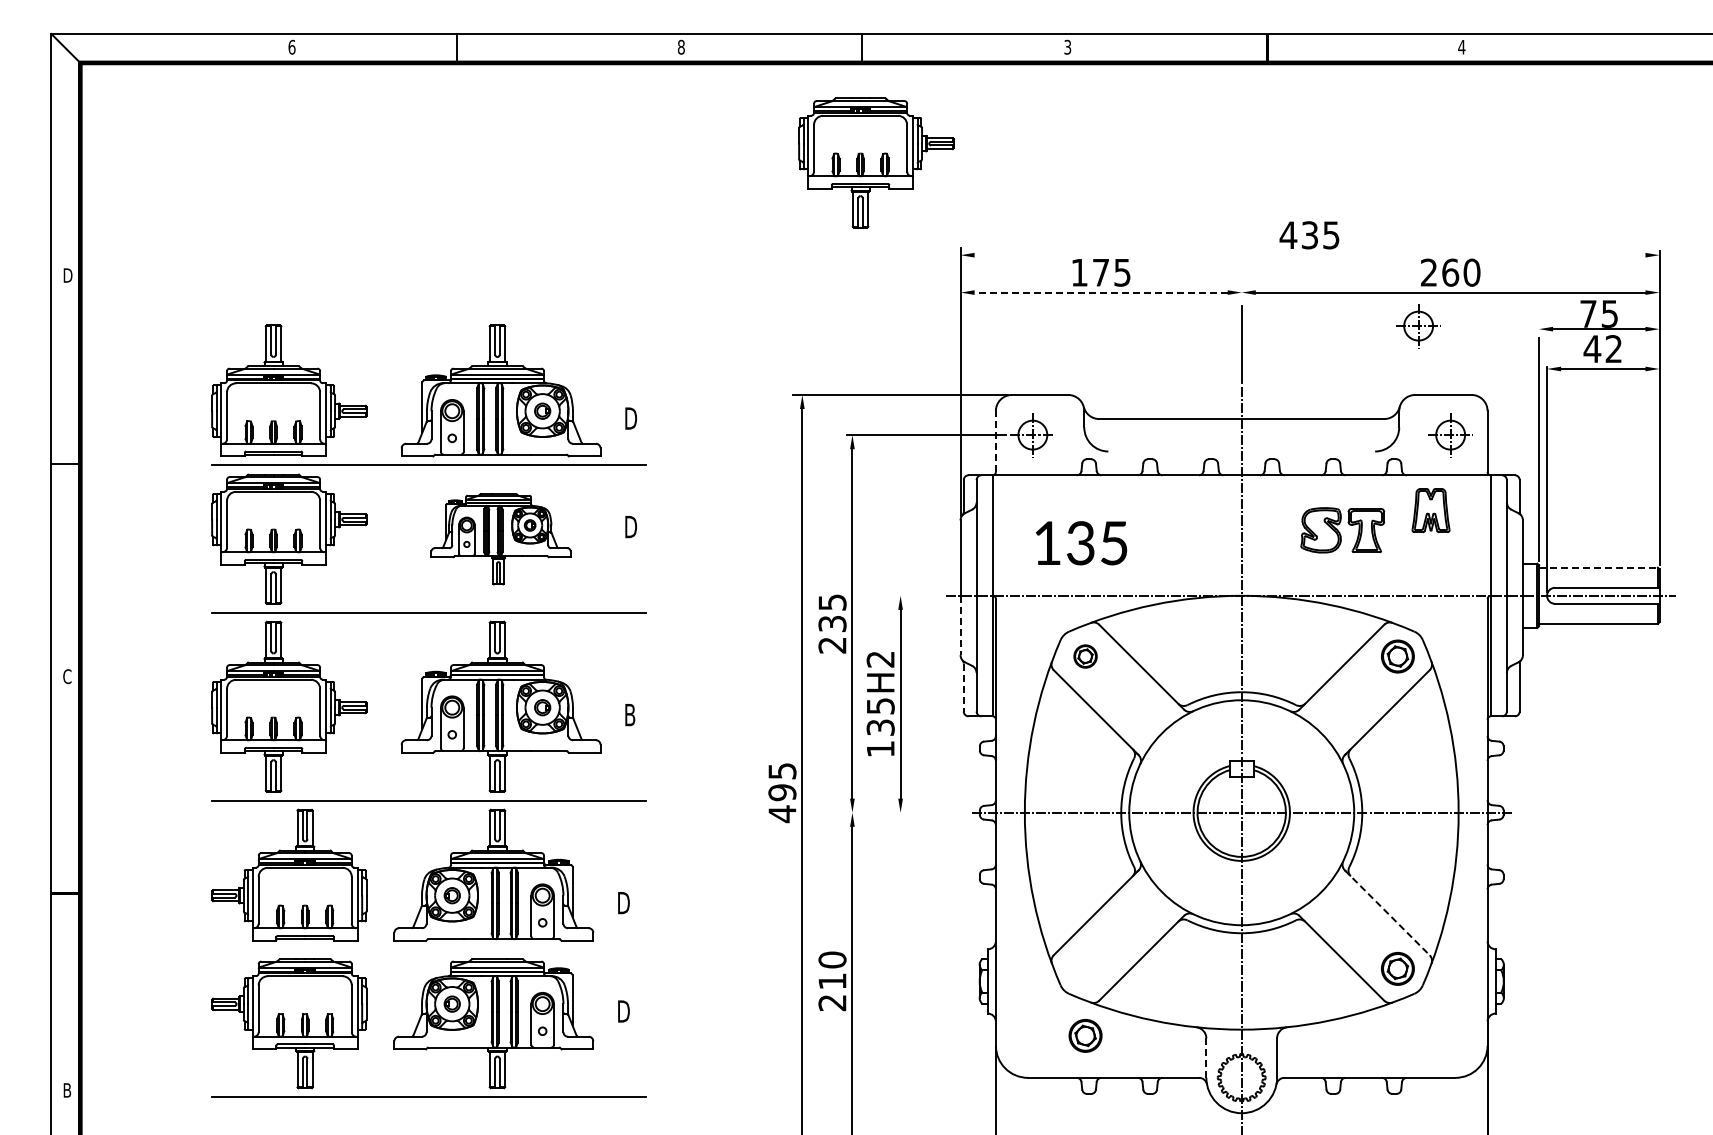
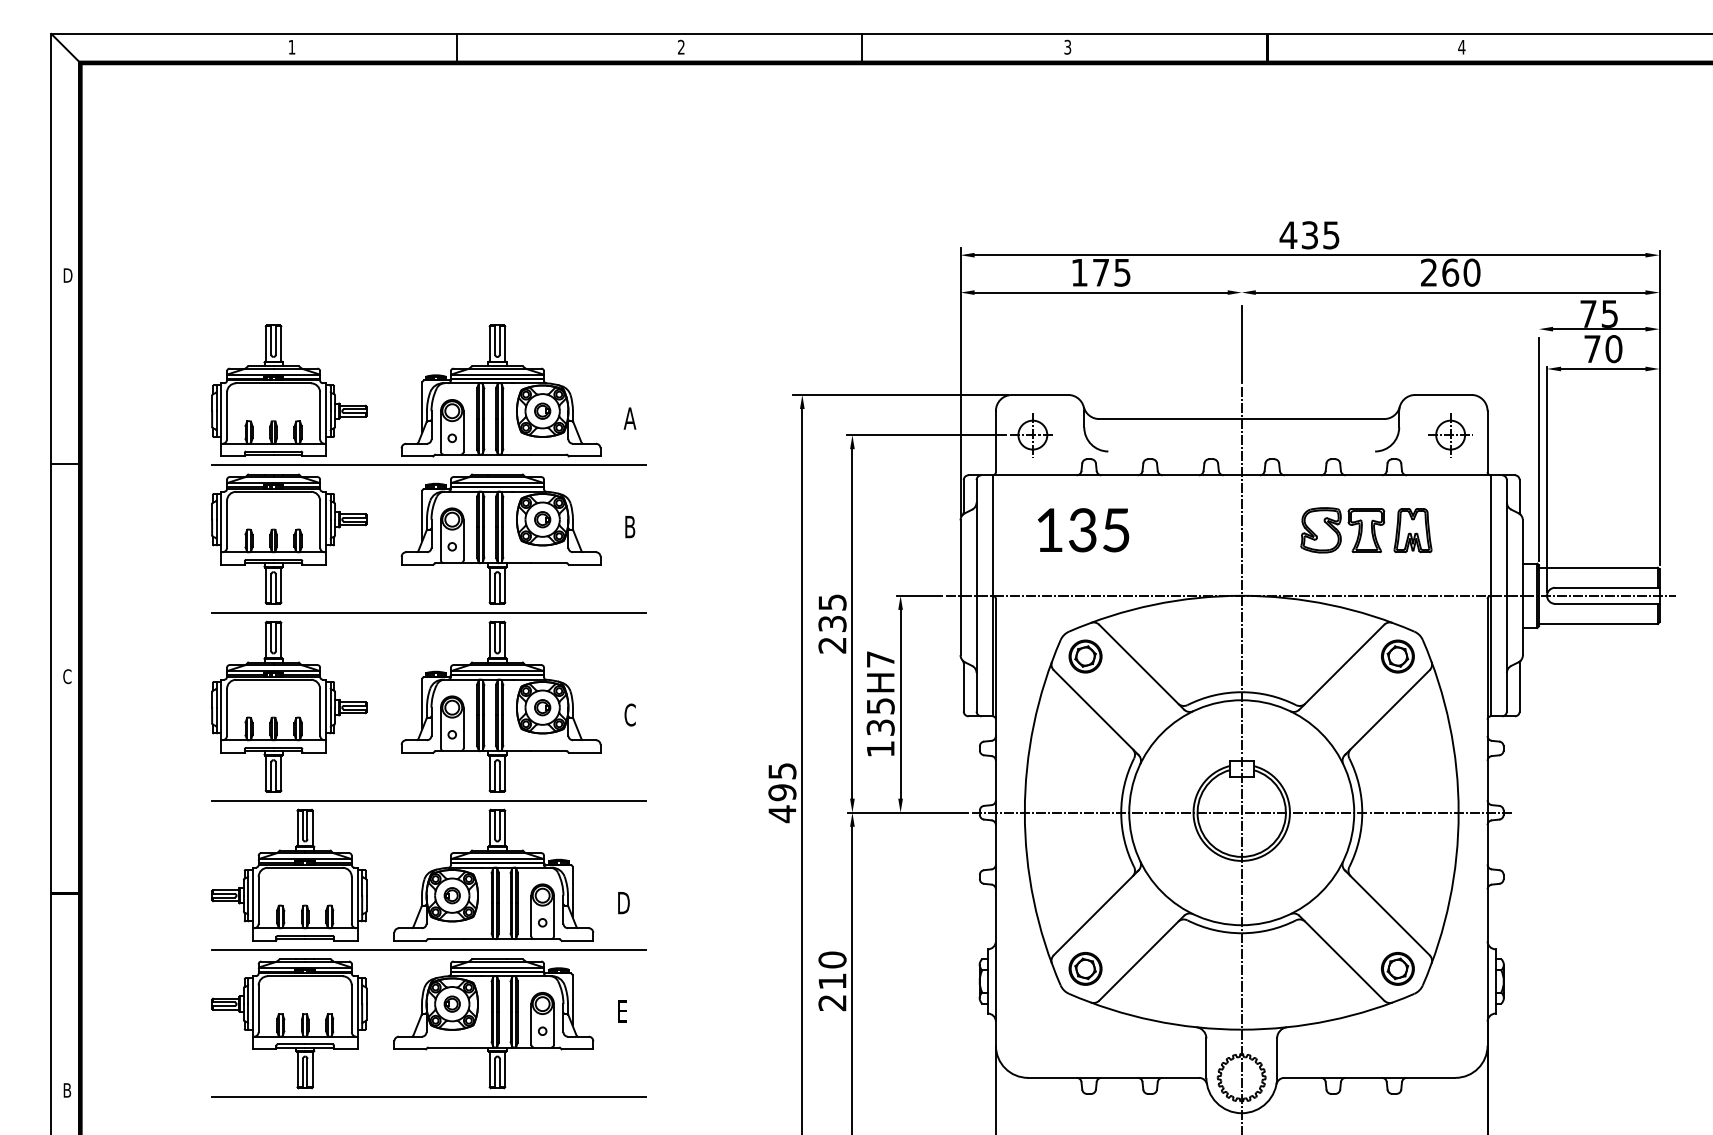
text at (291, 46): 6 -> 1
text at (680, 47): 8 -> 2
part at (876, 162): present -> none
line at (1309, 255): none -> present
line at (1101, 292): dashed -> solid
part at (1418, 326): present -> none
text at (1602, 349): 42 -> 70
text at (630, 418): D -> A
line at (995, 441): dashed -> solid
part at (1430, 510) position: (1430, 510) -> (1412, 530)
text at (632, 526): D -> B
part at (500, 539) size: 142x93 px -> 202x132 px
text at (1081, 543) position: (1081, 543) -> (1083, 530)
line at (1598, 567): dashed -> solid
line at (918, 595): none -> present
line at (960, 625): dashed -> solid
part at (1085, 656) size: 25x25 px -> 35x35 px
text at (880, 659): 135H2 -> 135H7
line at (963, 687): dashed -> solid
text at (629, 714): B -> C
line at (907, 812): none -> present
line at (1387, 913): dashed -> solid
line at (428, 949): none -> present
text at (623, 1011): D -> E
part at (1085, 1035) position: (1085, 1035) -> (1085, 968)
line at (1206, 1058): dashed -> solid
